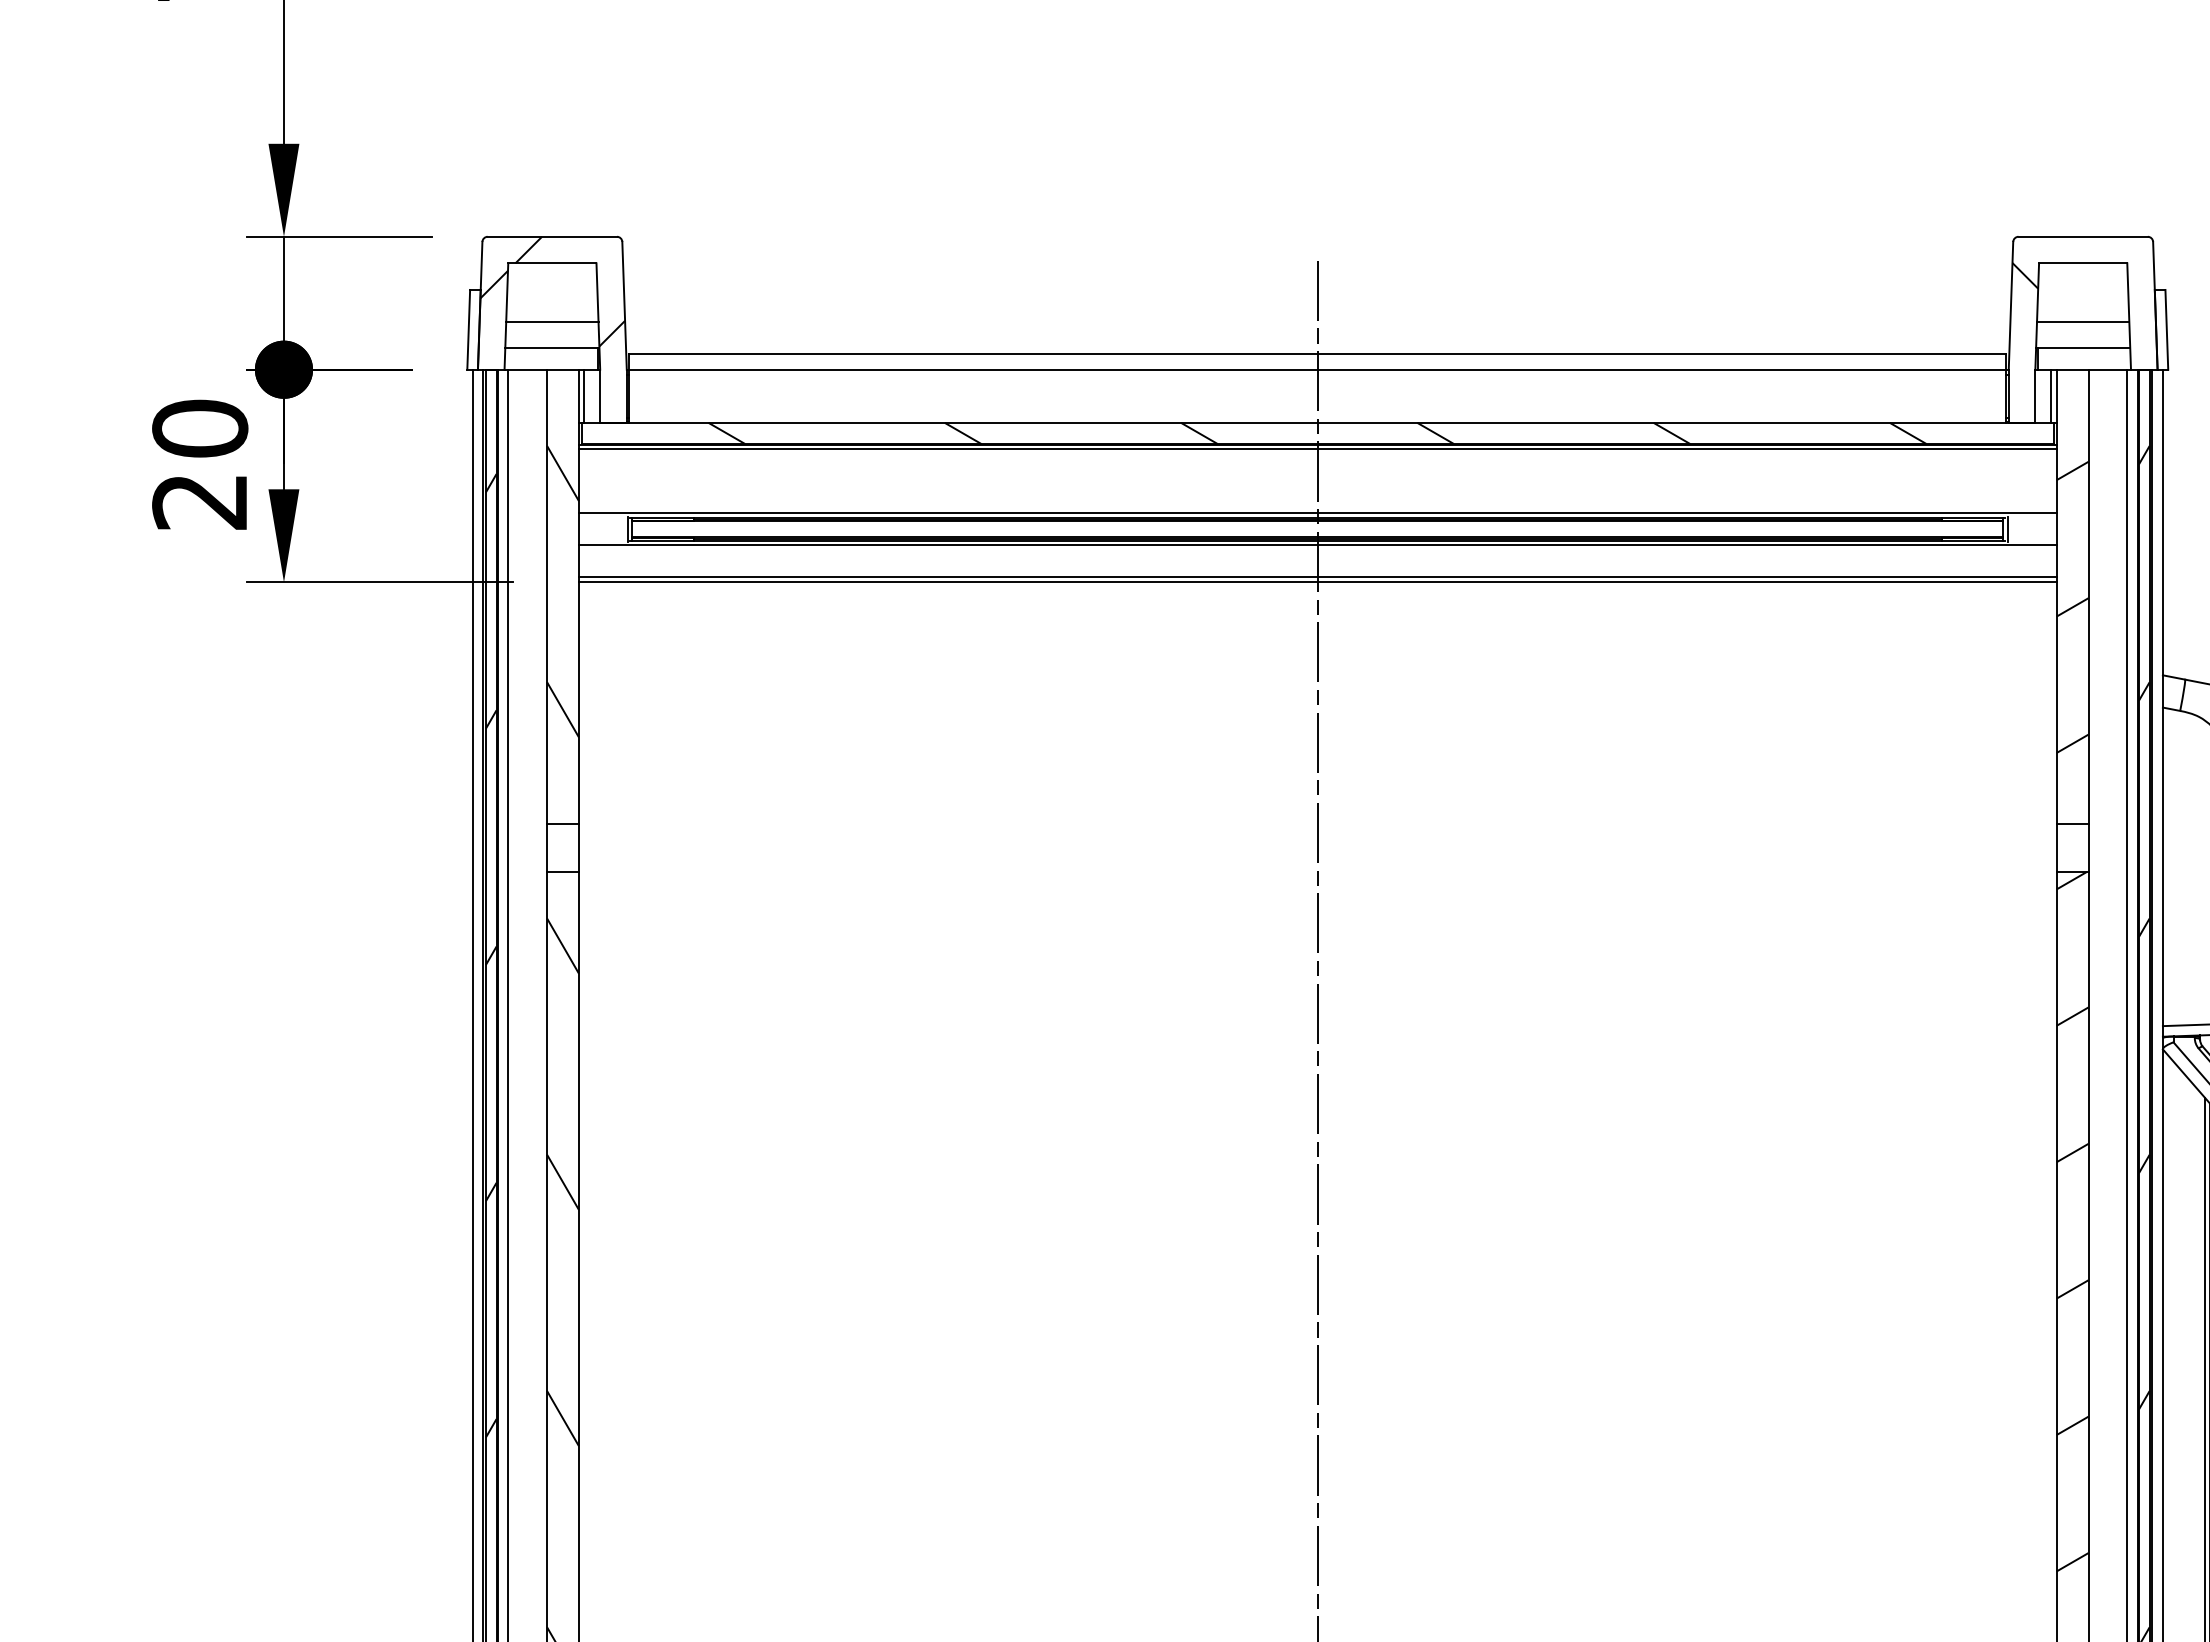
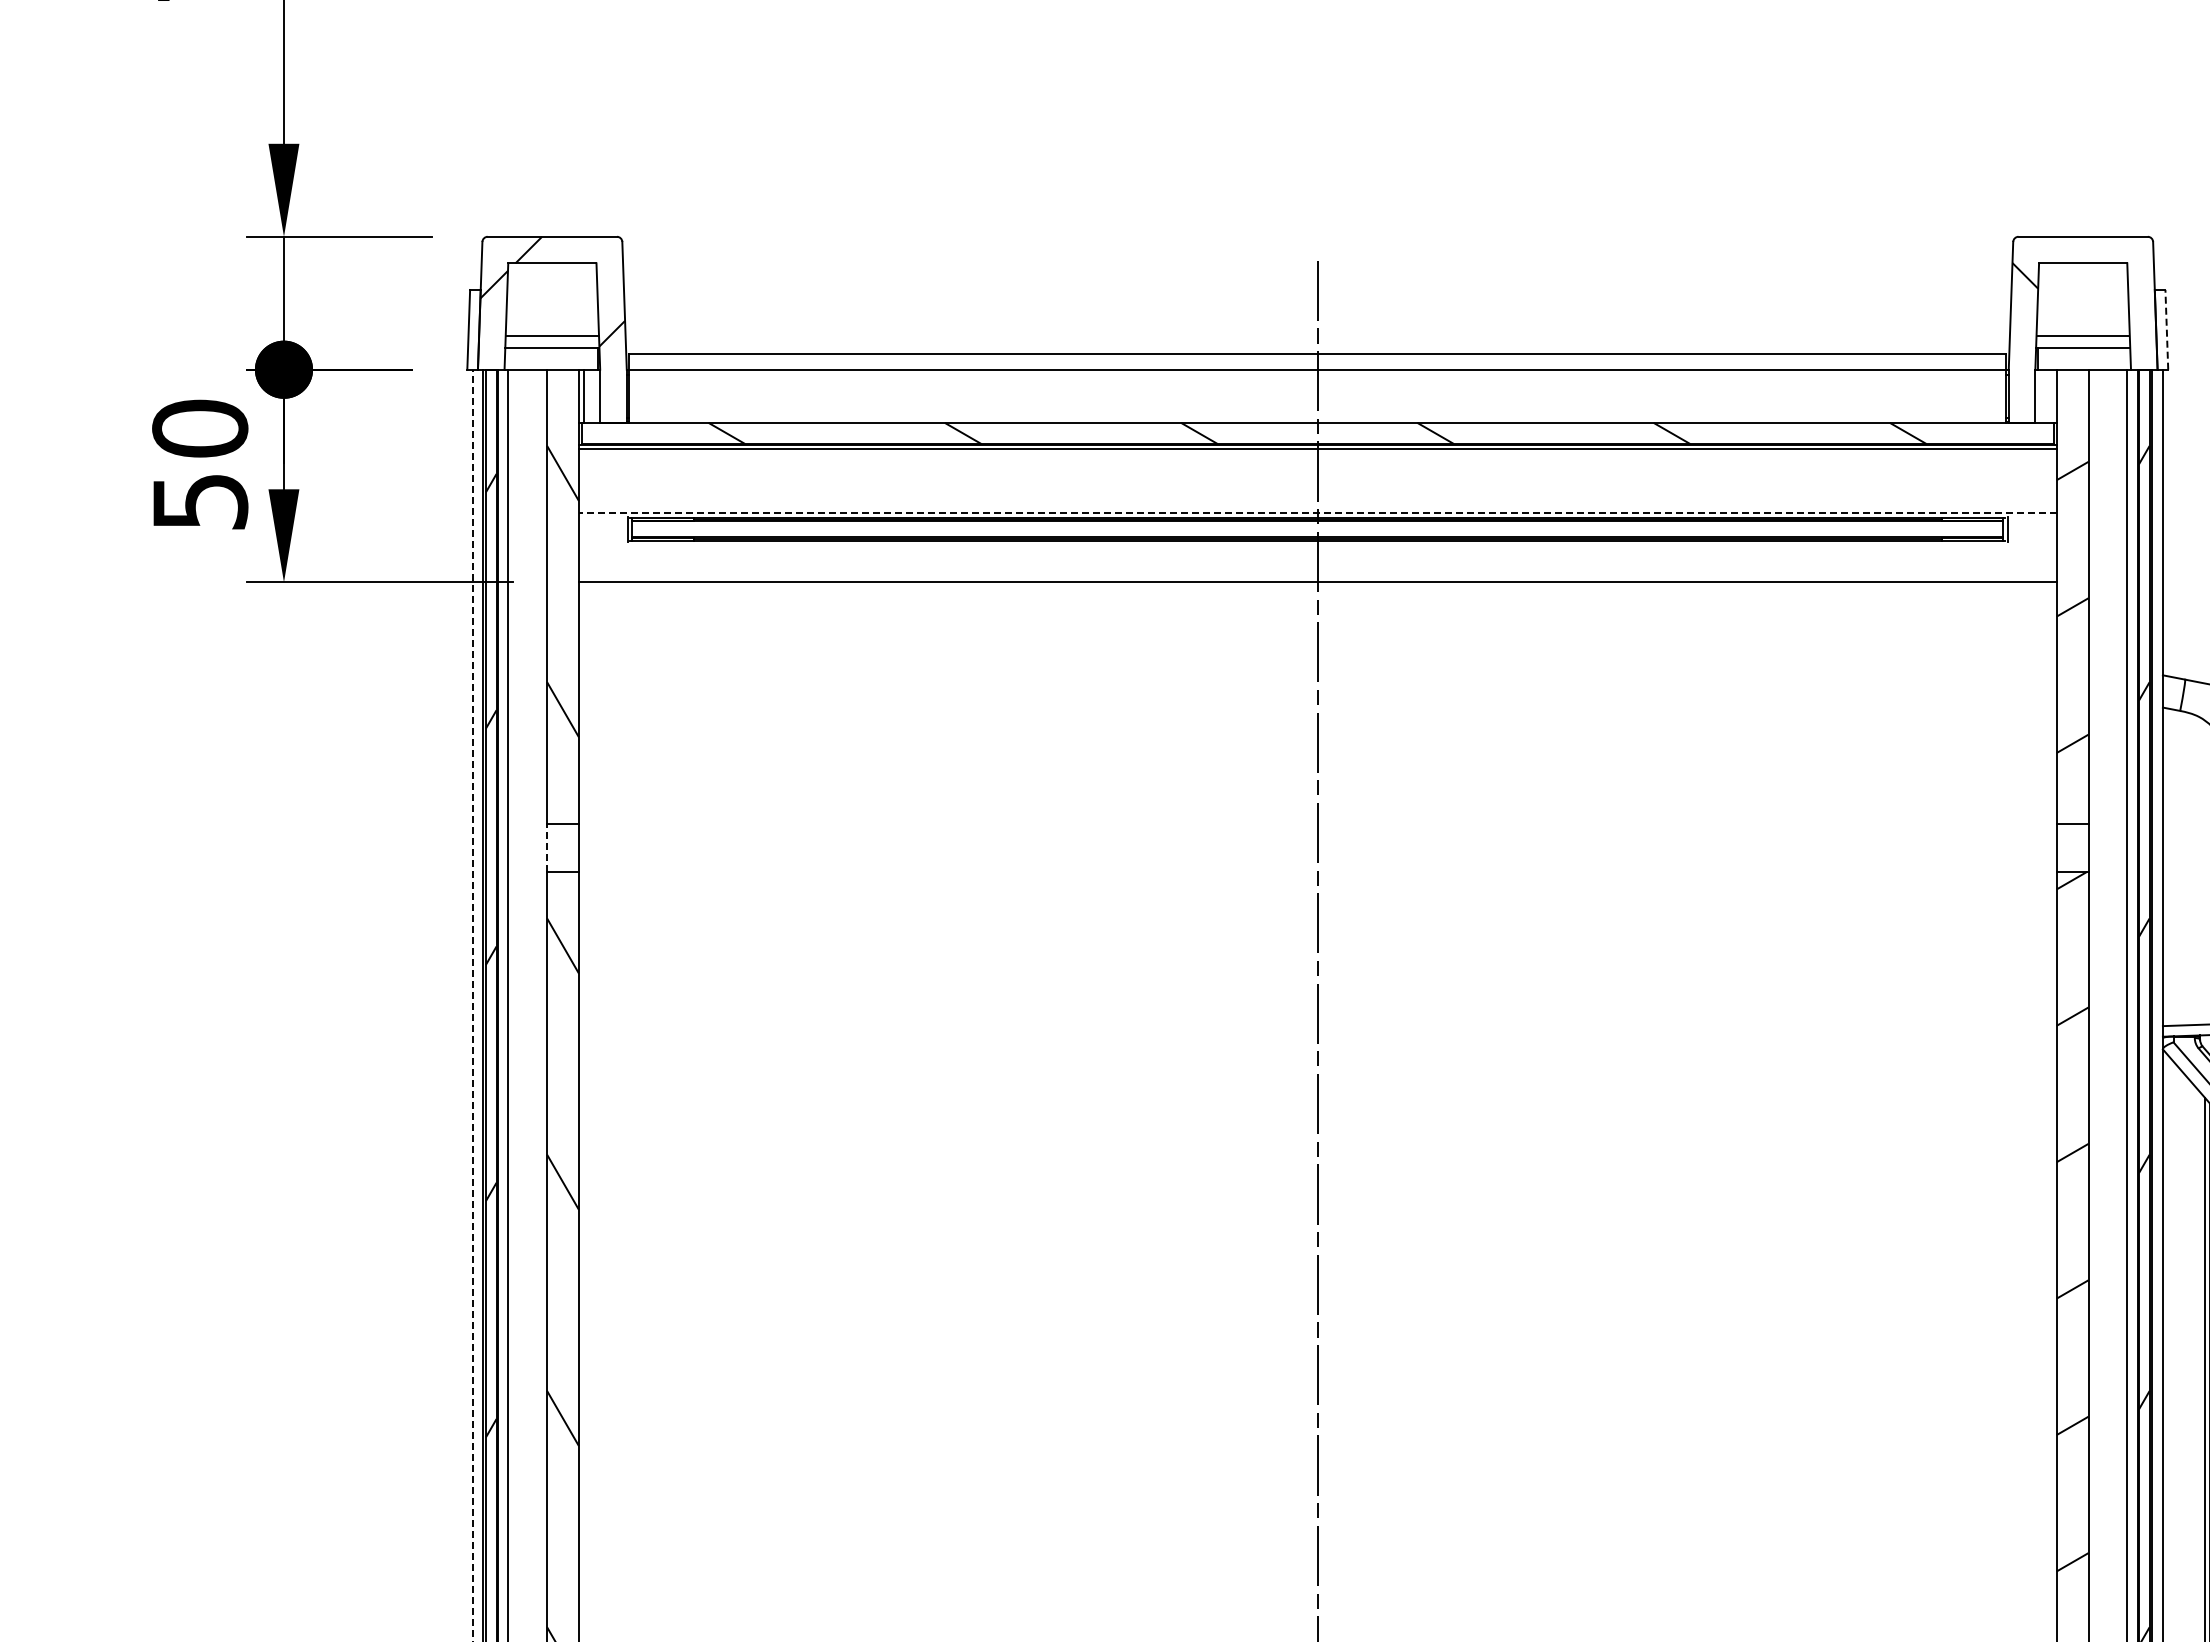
line at (552, 321) position: (552, 321) -> (552, 335)
line at (2083, 321) position: (2083, 321) -> (2083, 335)
line at (2166, 329): solid -> dashed
line at (2051, 395): present -> none
text at (200, 502): 20 -> 50
line at (1317, 513): solid -> dashed
line at (1317, 544): present -> none
line at (1317, 576): present -> none
line at (547, 848): solid -> dashed
line at (472, 1005): solid -> dashed
